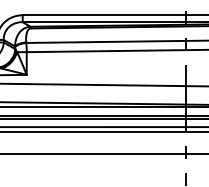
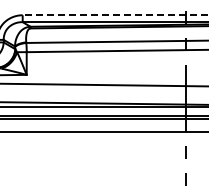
line at (115, 15): solid -> dashed
line at (103, 127): present -> none
line at (103, 154): present -> none
